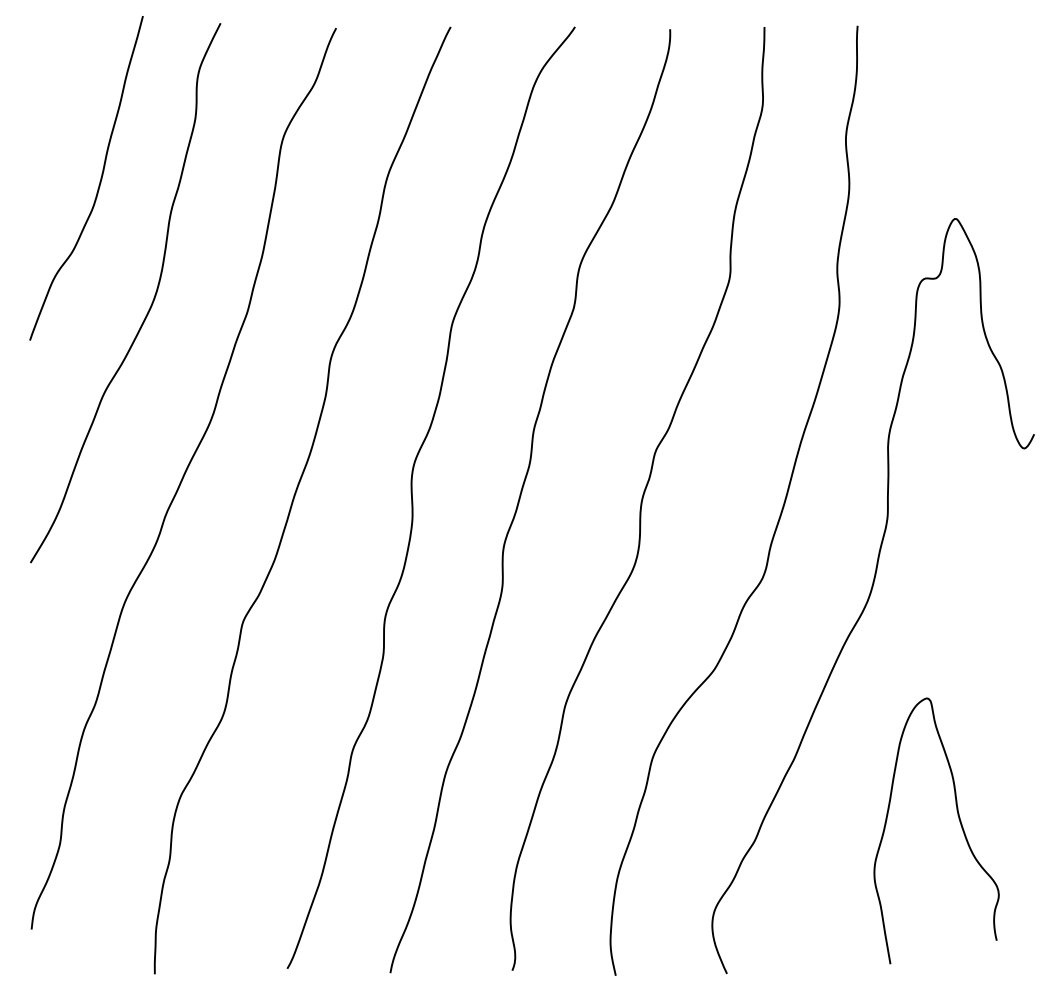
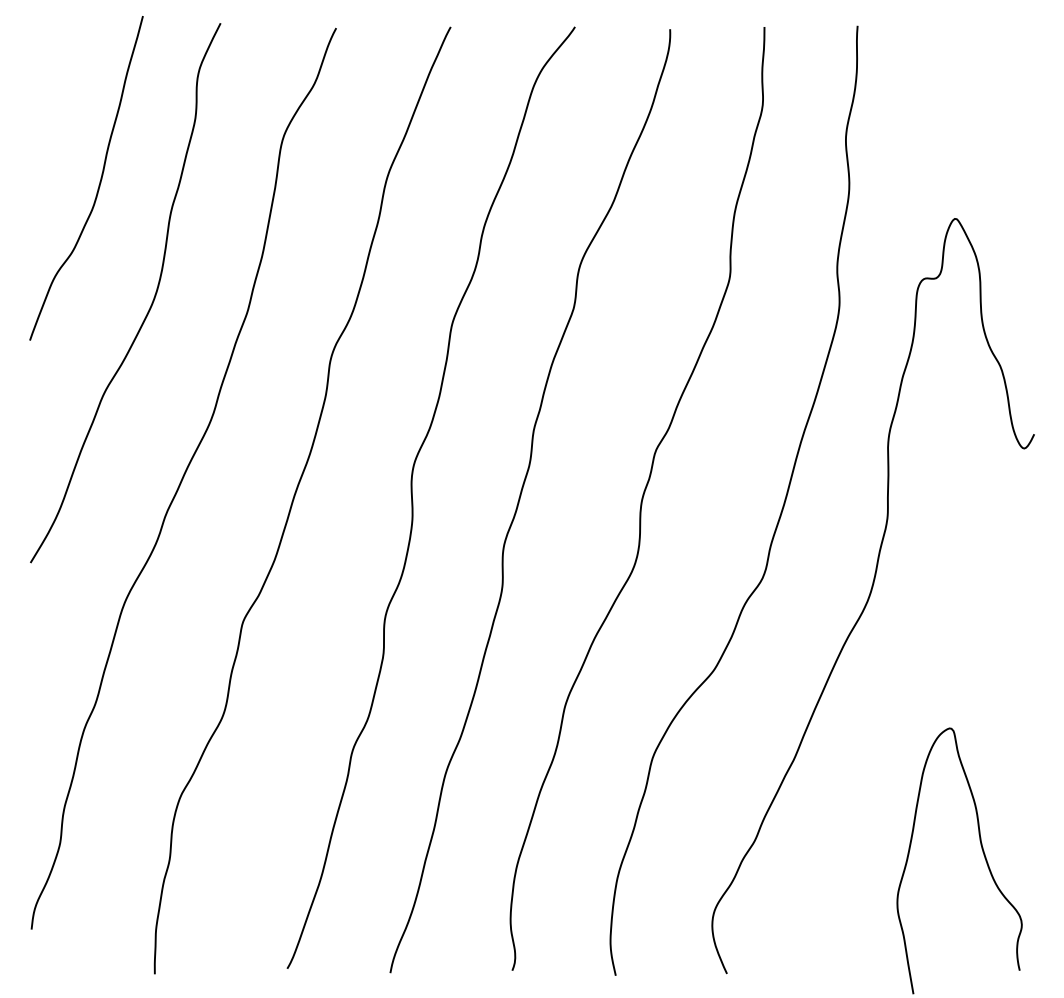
curve at (959, 822) position: (959, 822) -> (982, 852)
